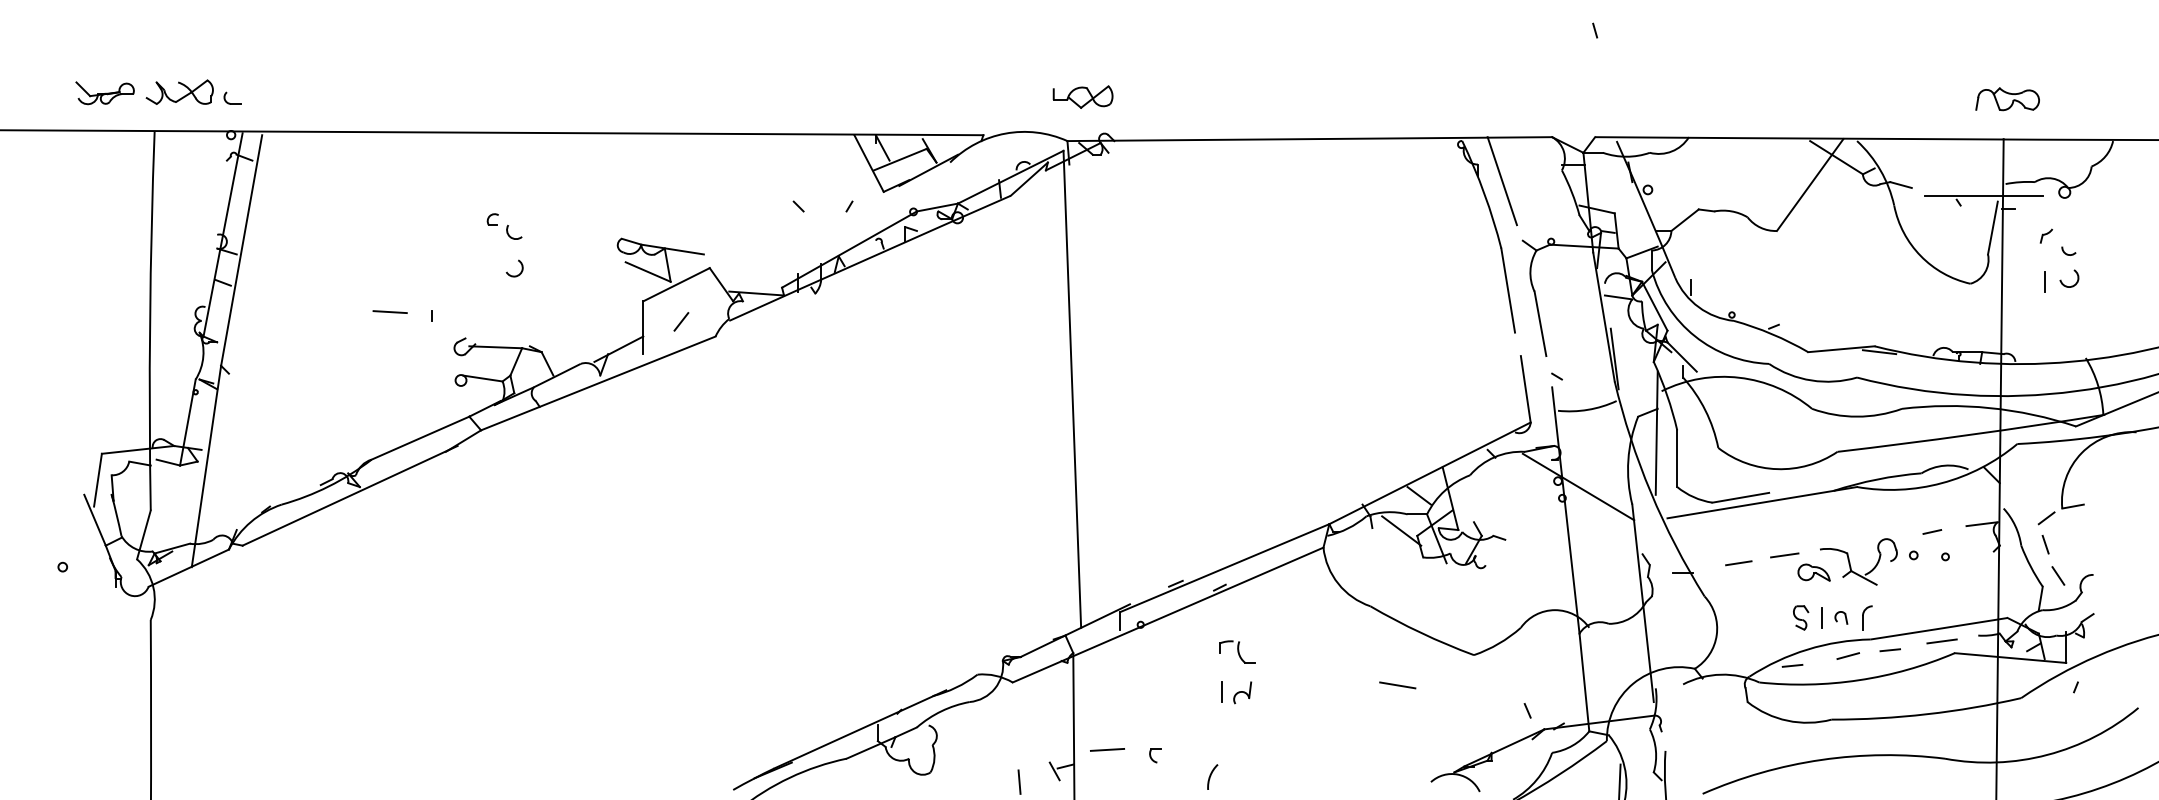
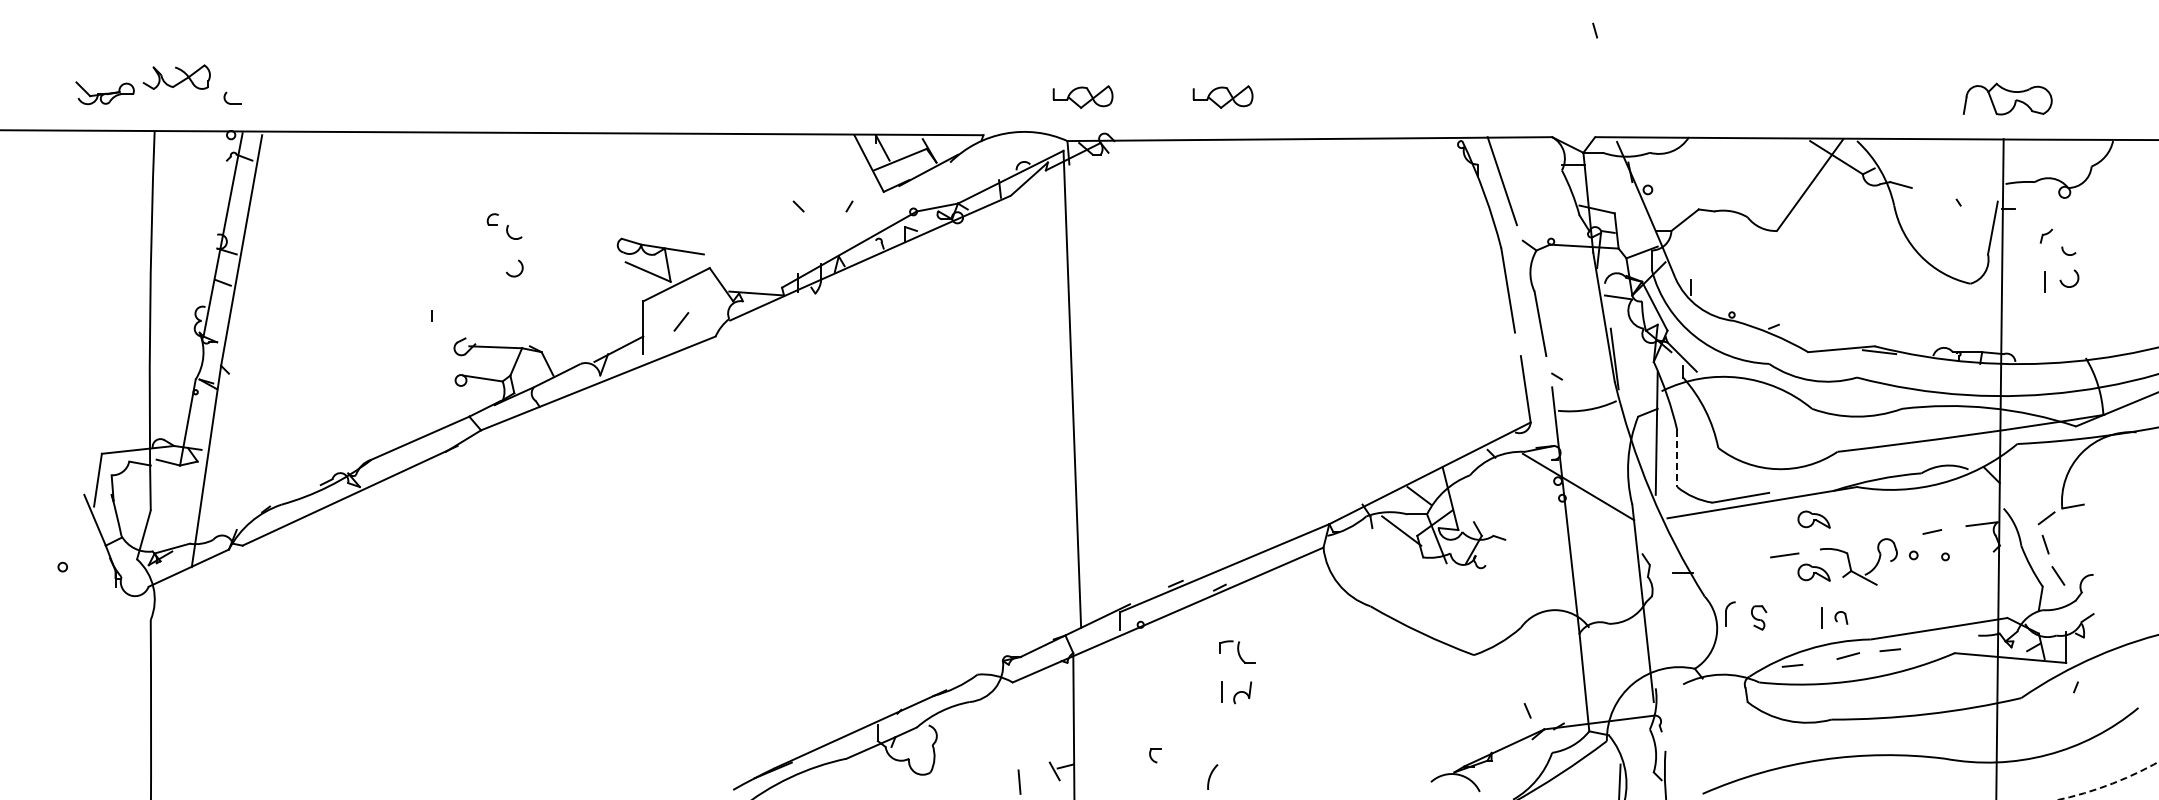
part at (179, 91) position: (179, 91) -> (176, 76)
part at (1222, 96): none -> present
part at (2007, 99) size: 65x25 px -> 91x34 px
line at (1983, 195): present -> none
line at (389, 312): present -> none
line at (1677, 459): solid -> dashed
part at (1813, 519): none -> present
line at (1738, 563): present -> none
part at (1801, 617) position: (1801, 617) -> (1759, 617)
part at (1867, 617) position: (1867, 617) -> (1730, 613)
line at (1941, 641): present -> none
line at (1397, 685): present -> none
line at (1107, 749): present -> none
arc at (2111, 784): solid -> dashed
